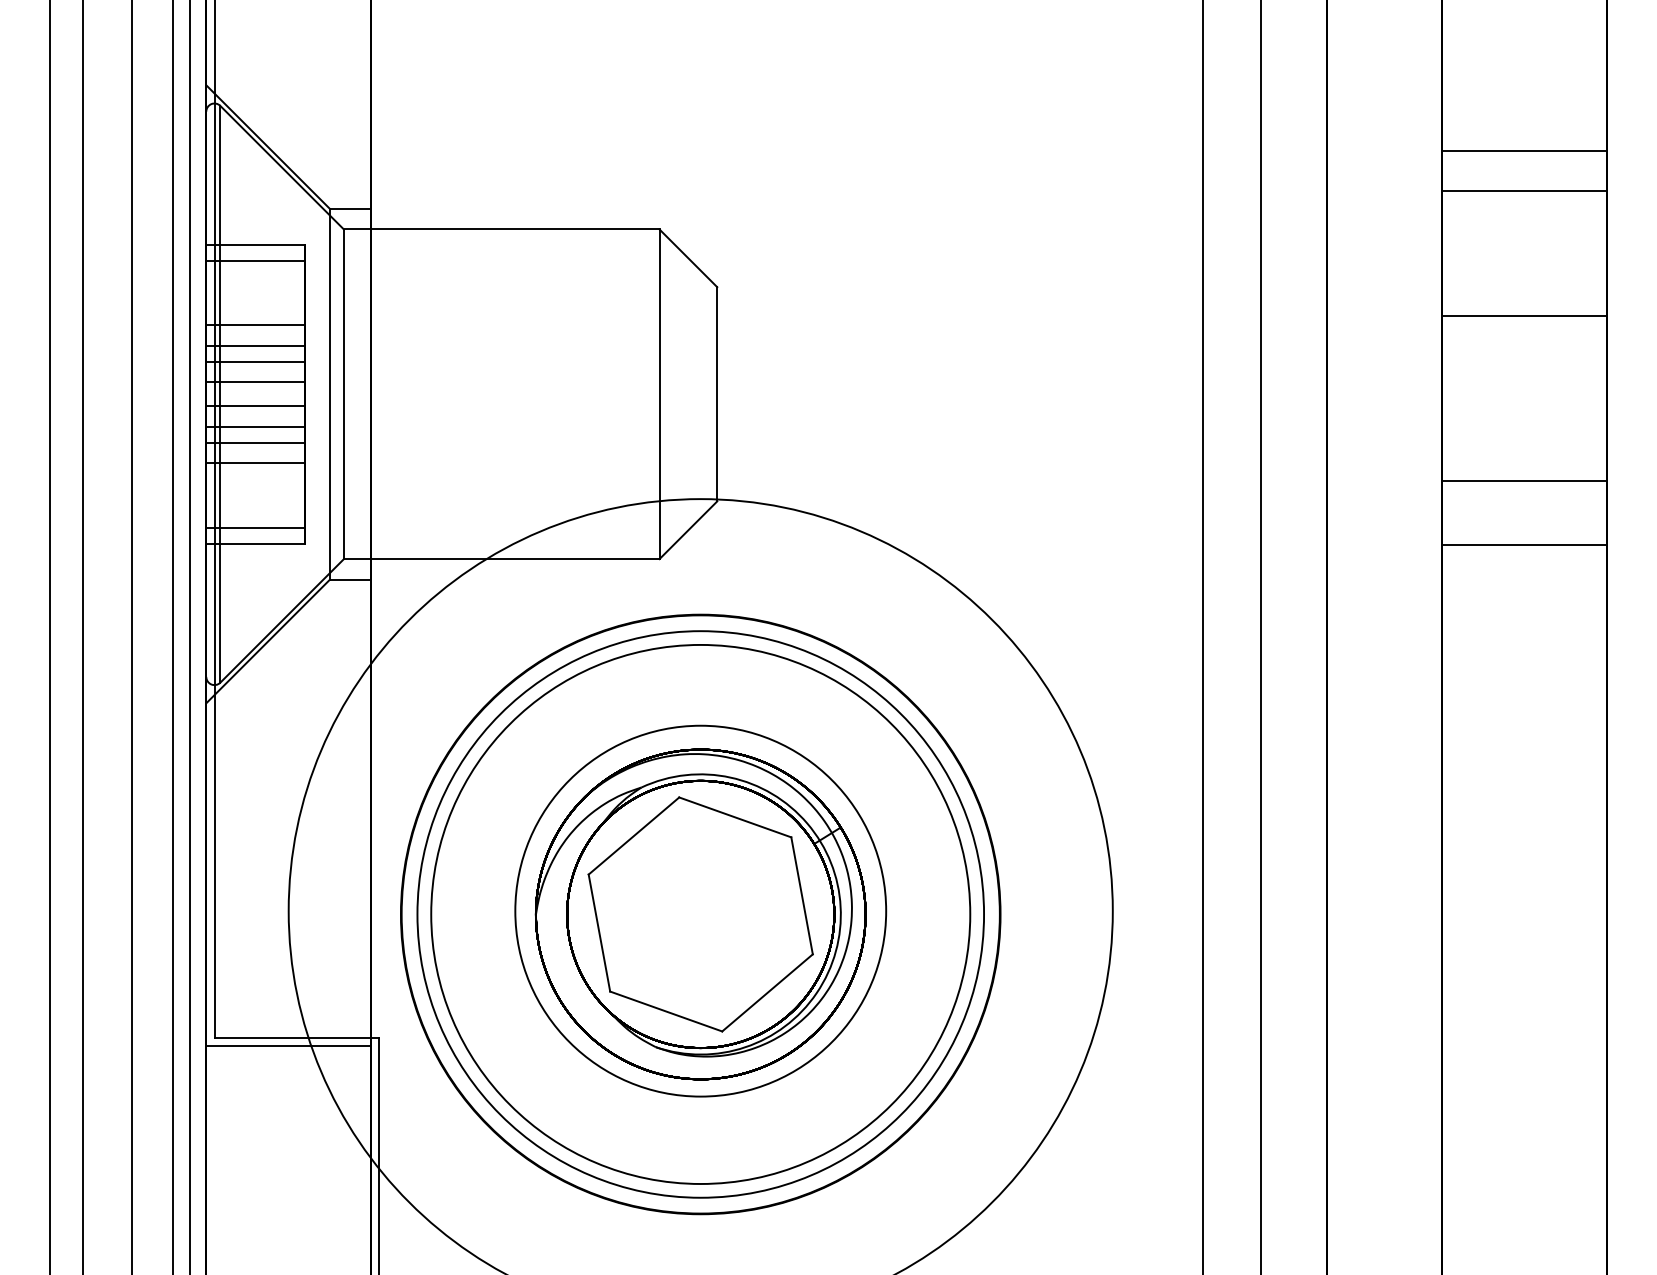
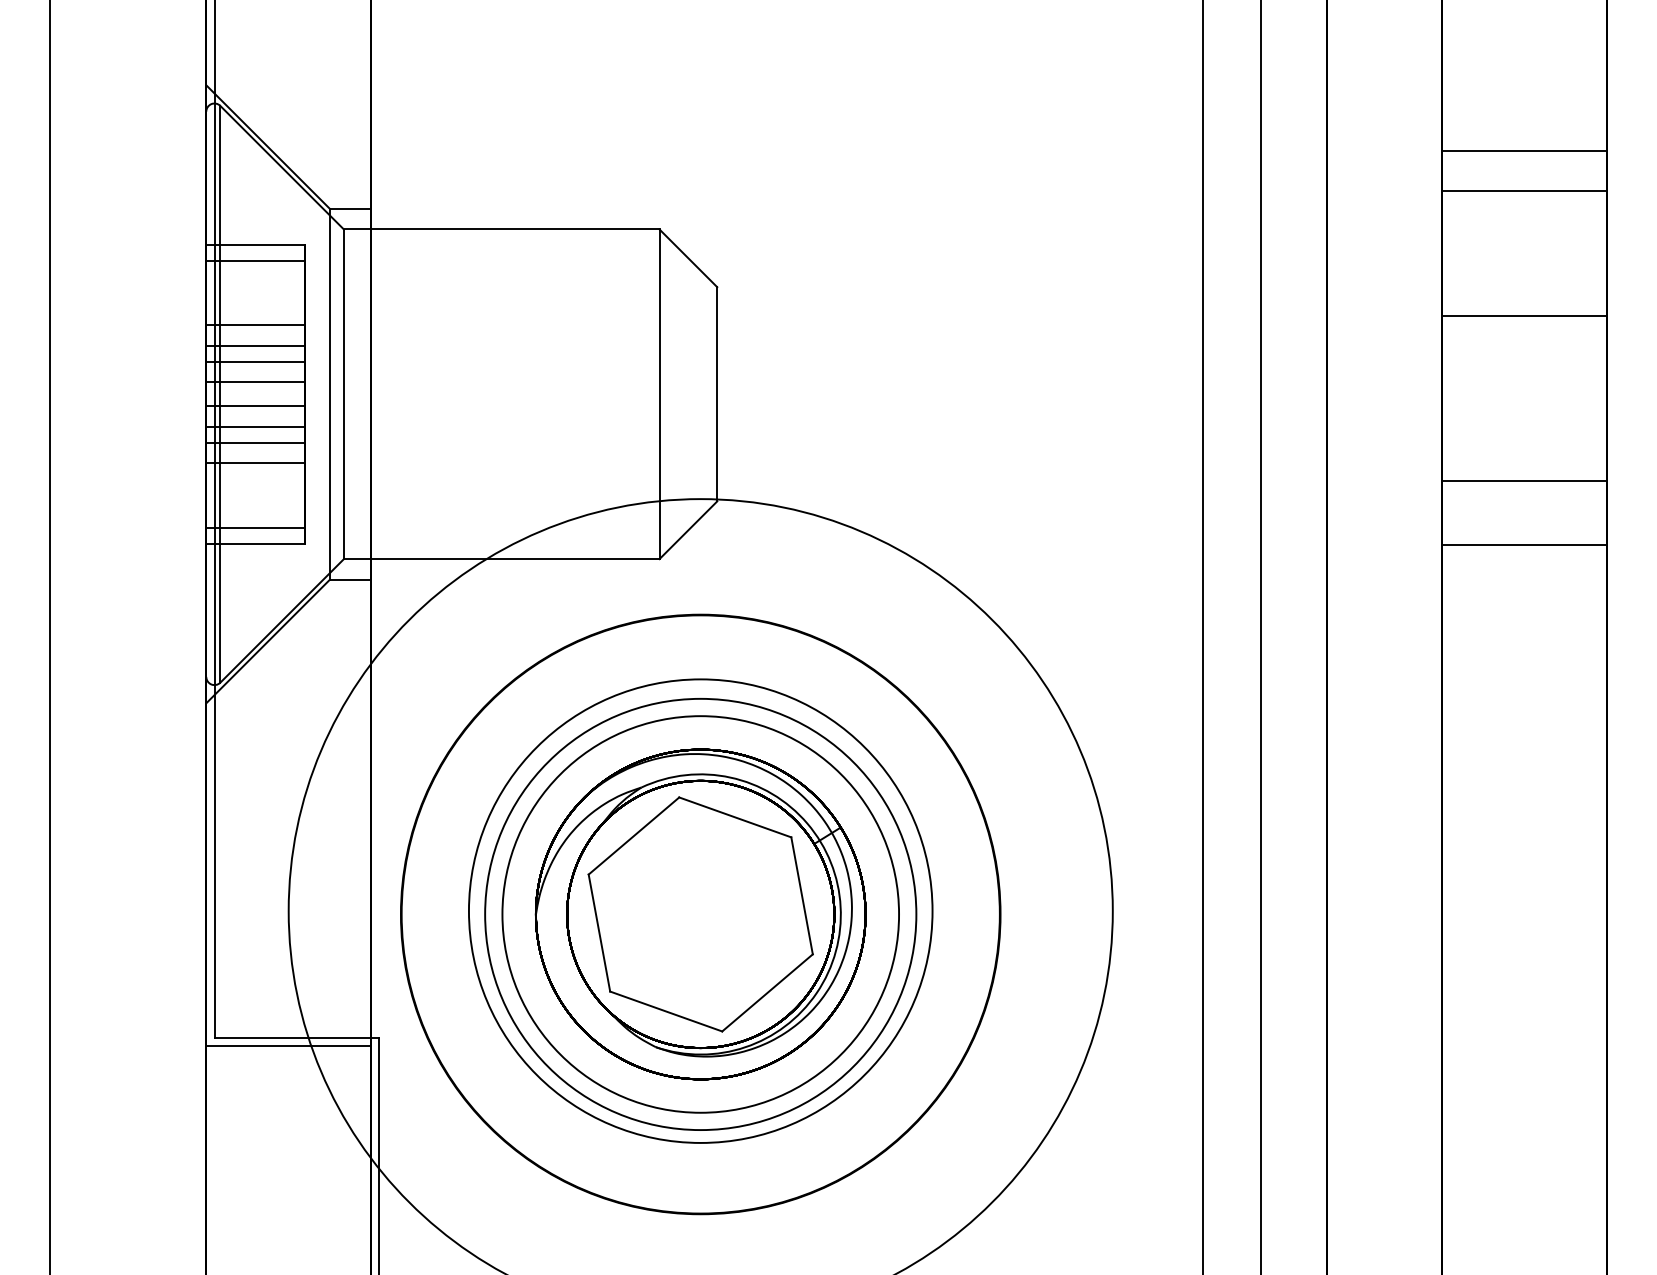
line at (82, 636): present -> none
line at (132, 636): present -> none
line at (173, 636): present -> none
line at (189, 636): present -> none
circle at (700, 910) diameter: 371 px -> 464 px
circle at (700, 913) diameter: 539 px -> 431 px
circle at (700, 914) diameter: 567 px -> 397 px
